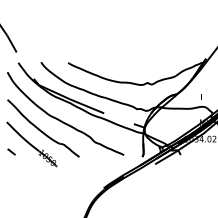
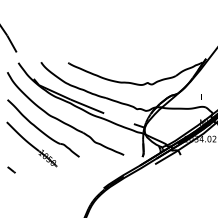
part at (11, 151) position: (11, 151) -> (11, 169)
